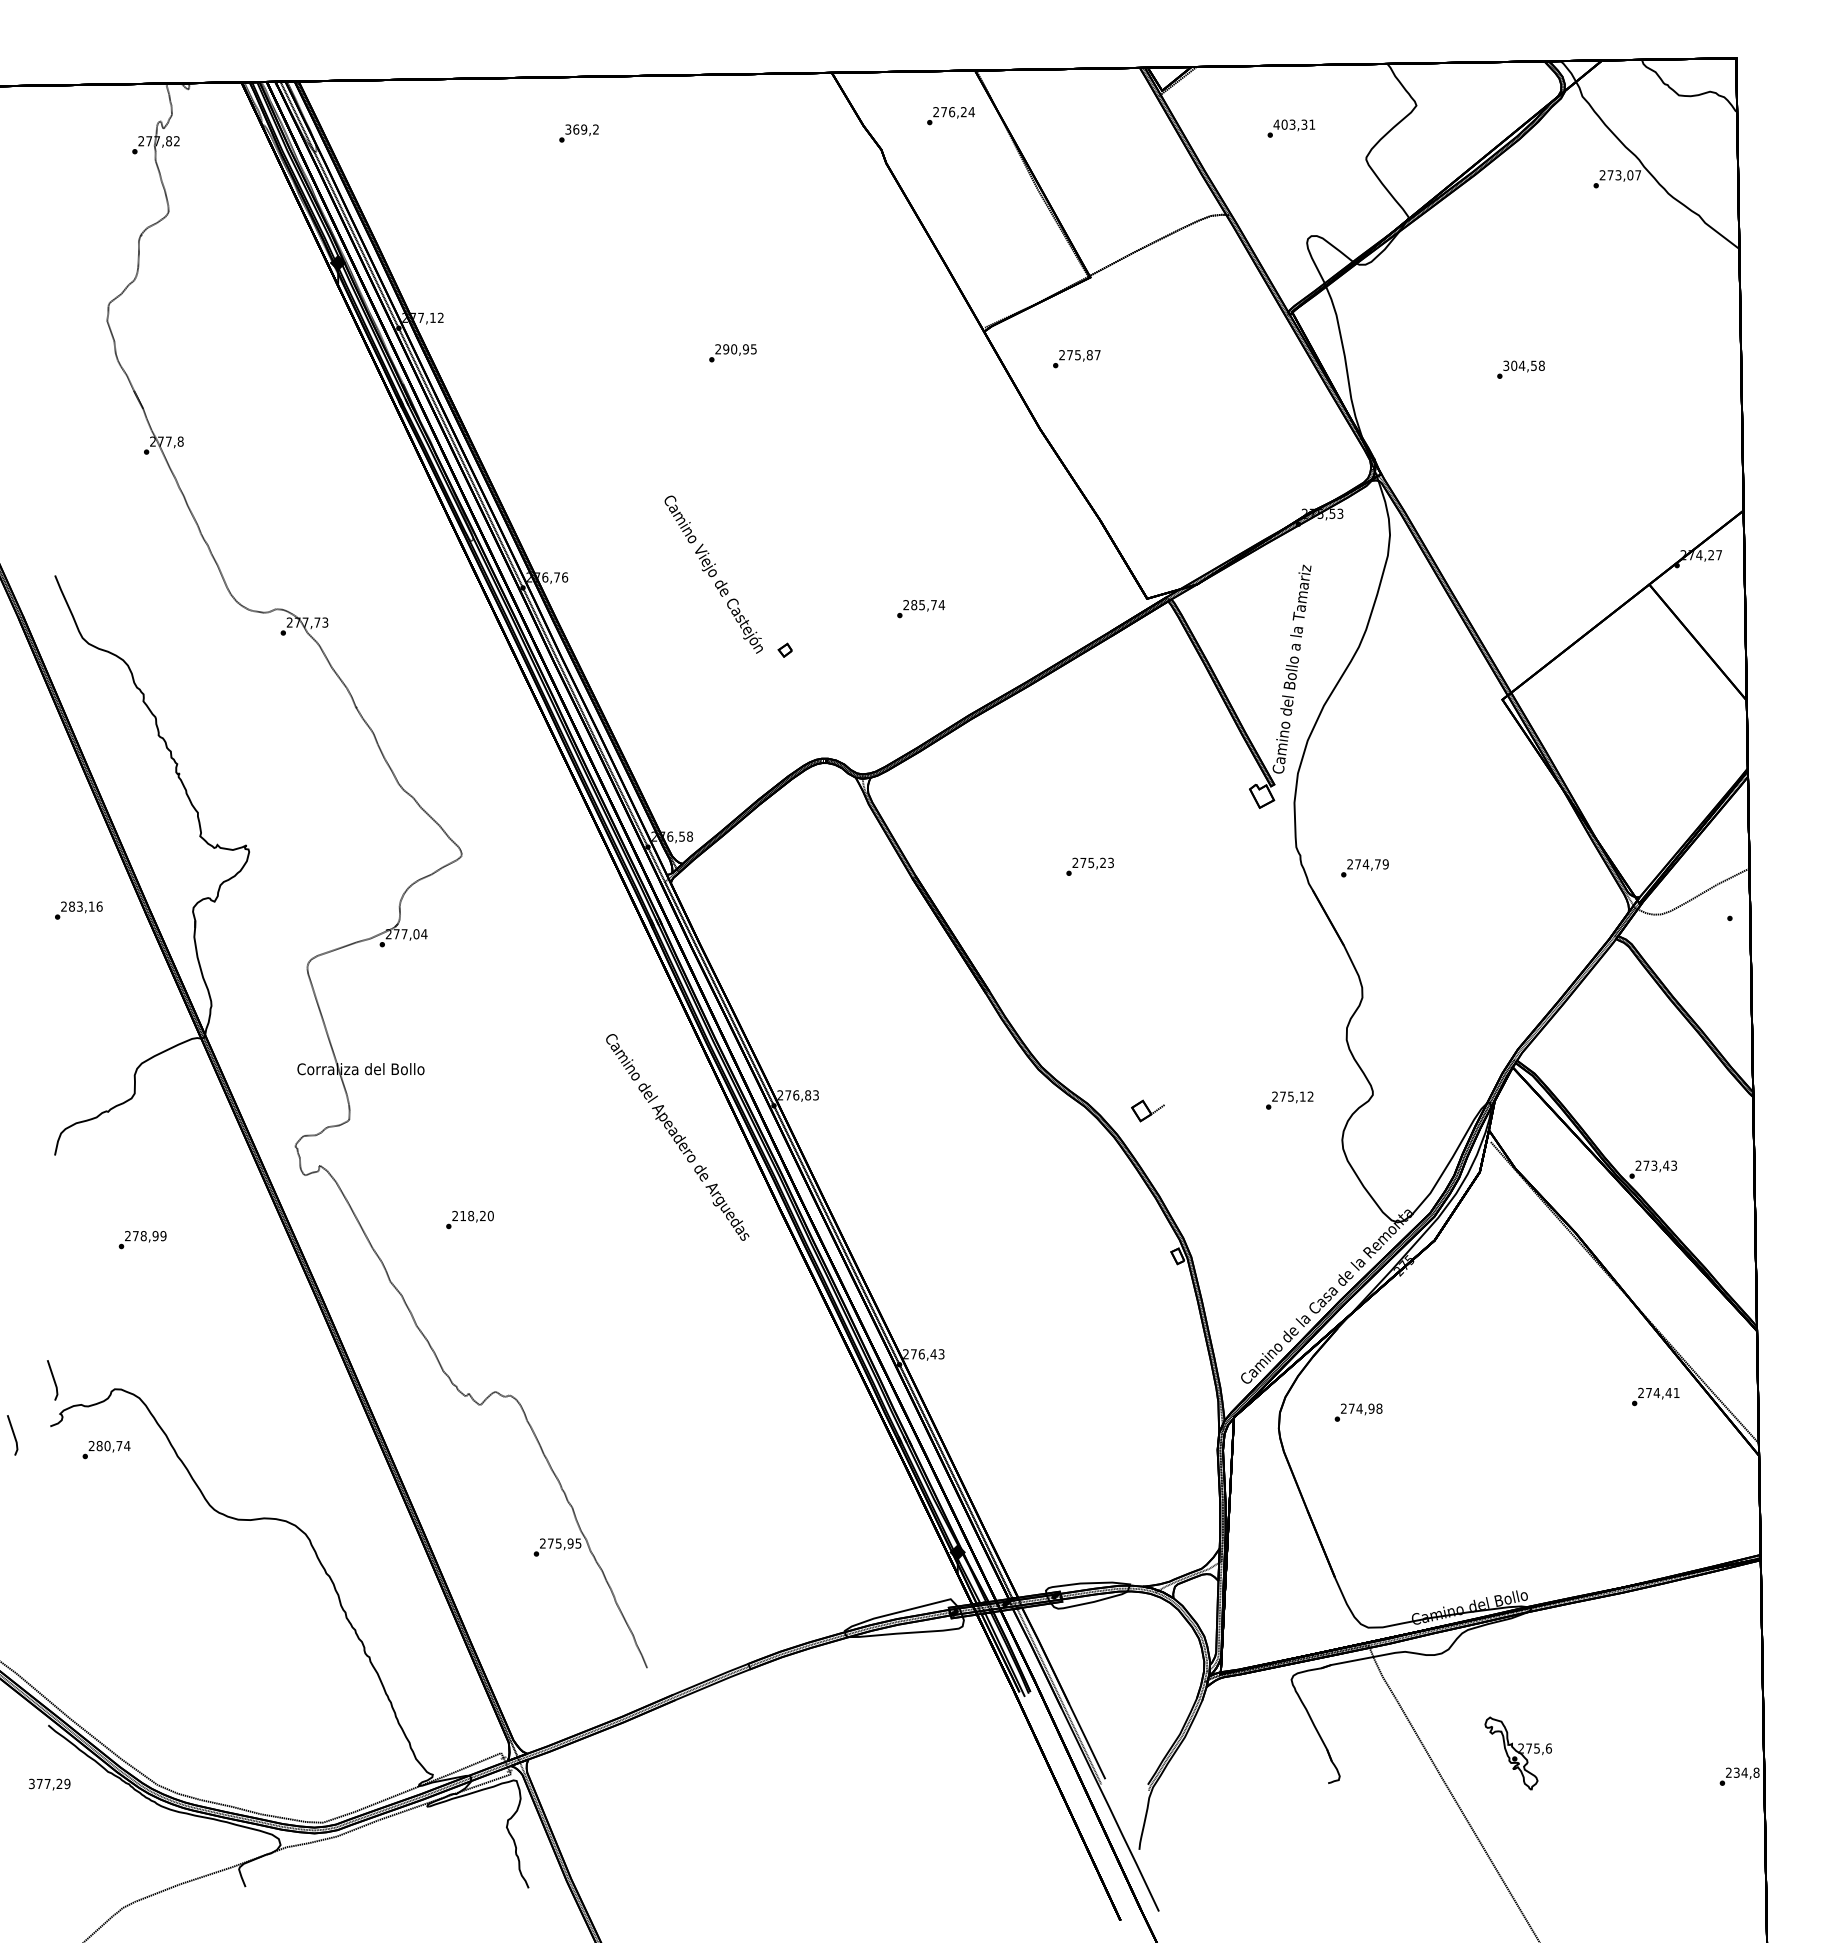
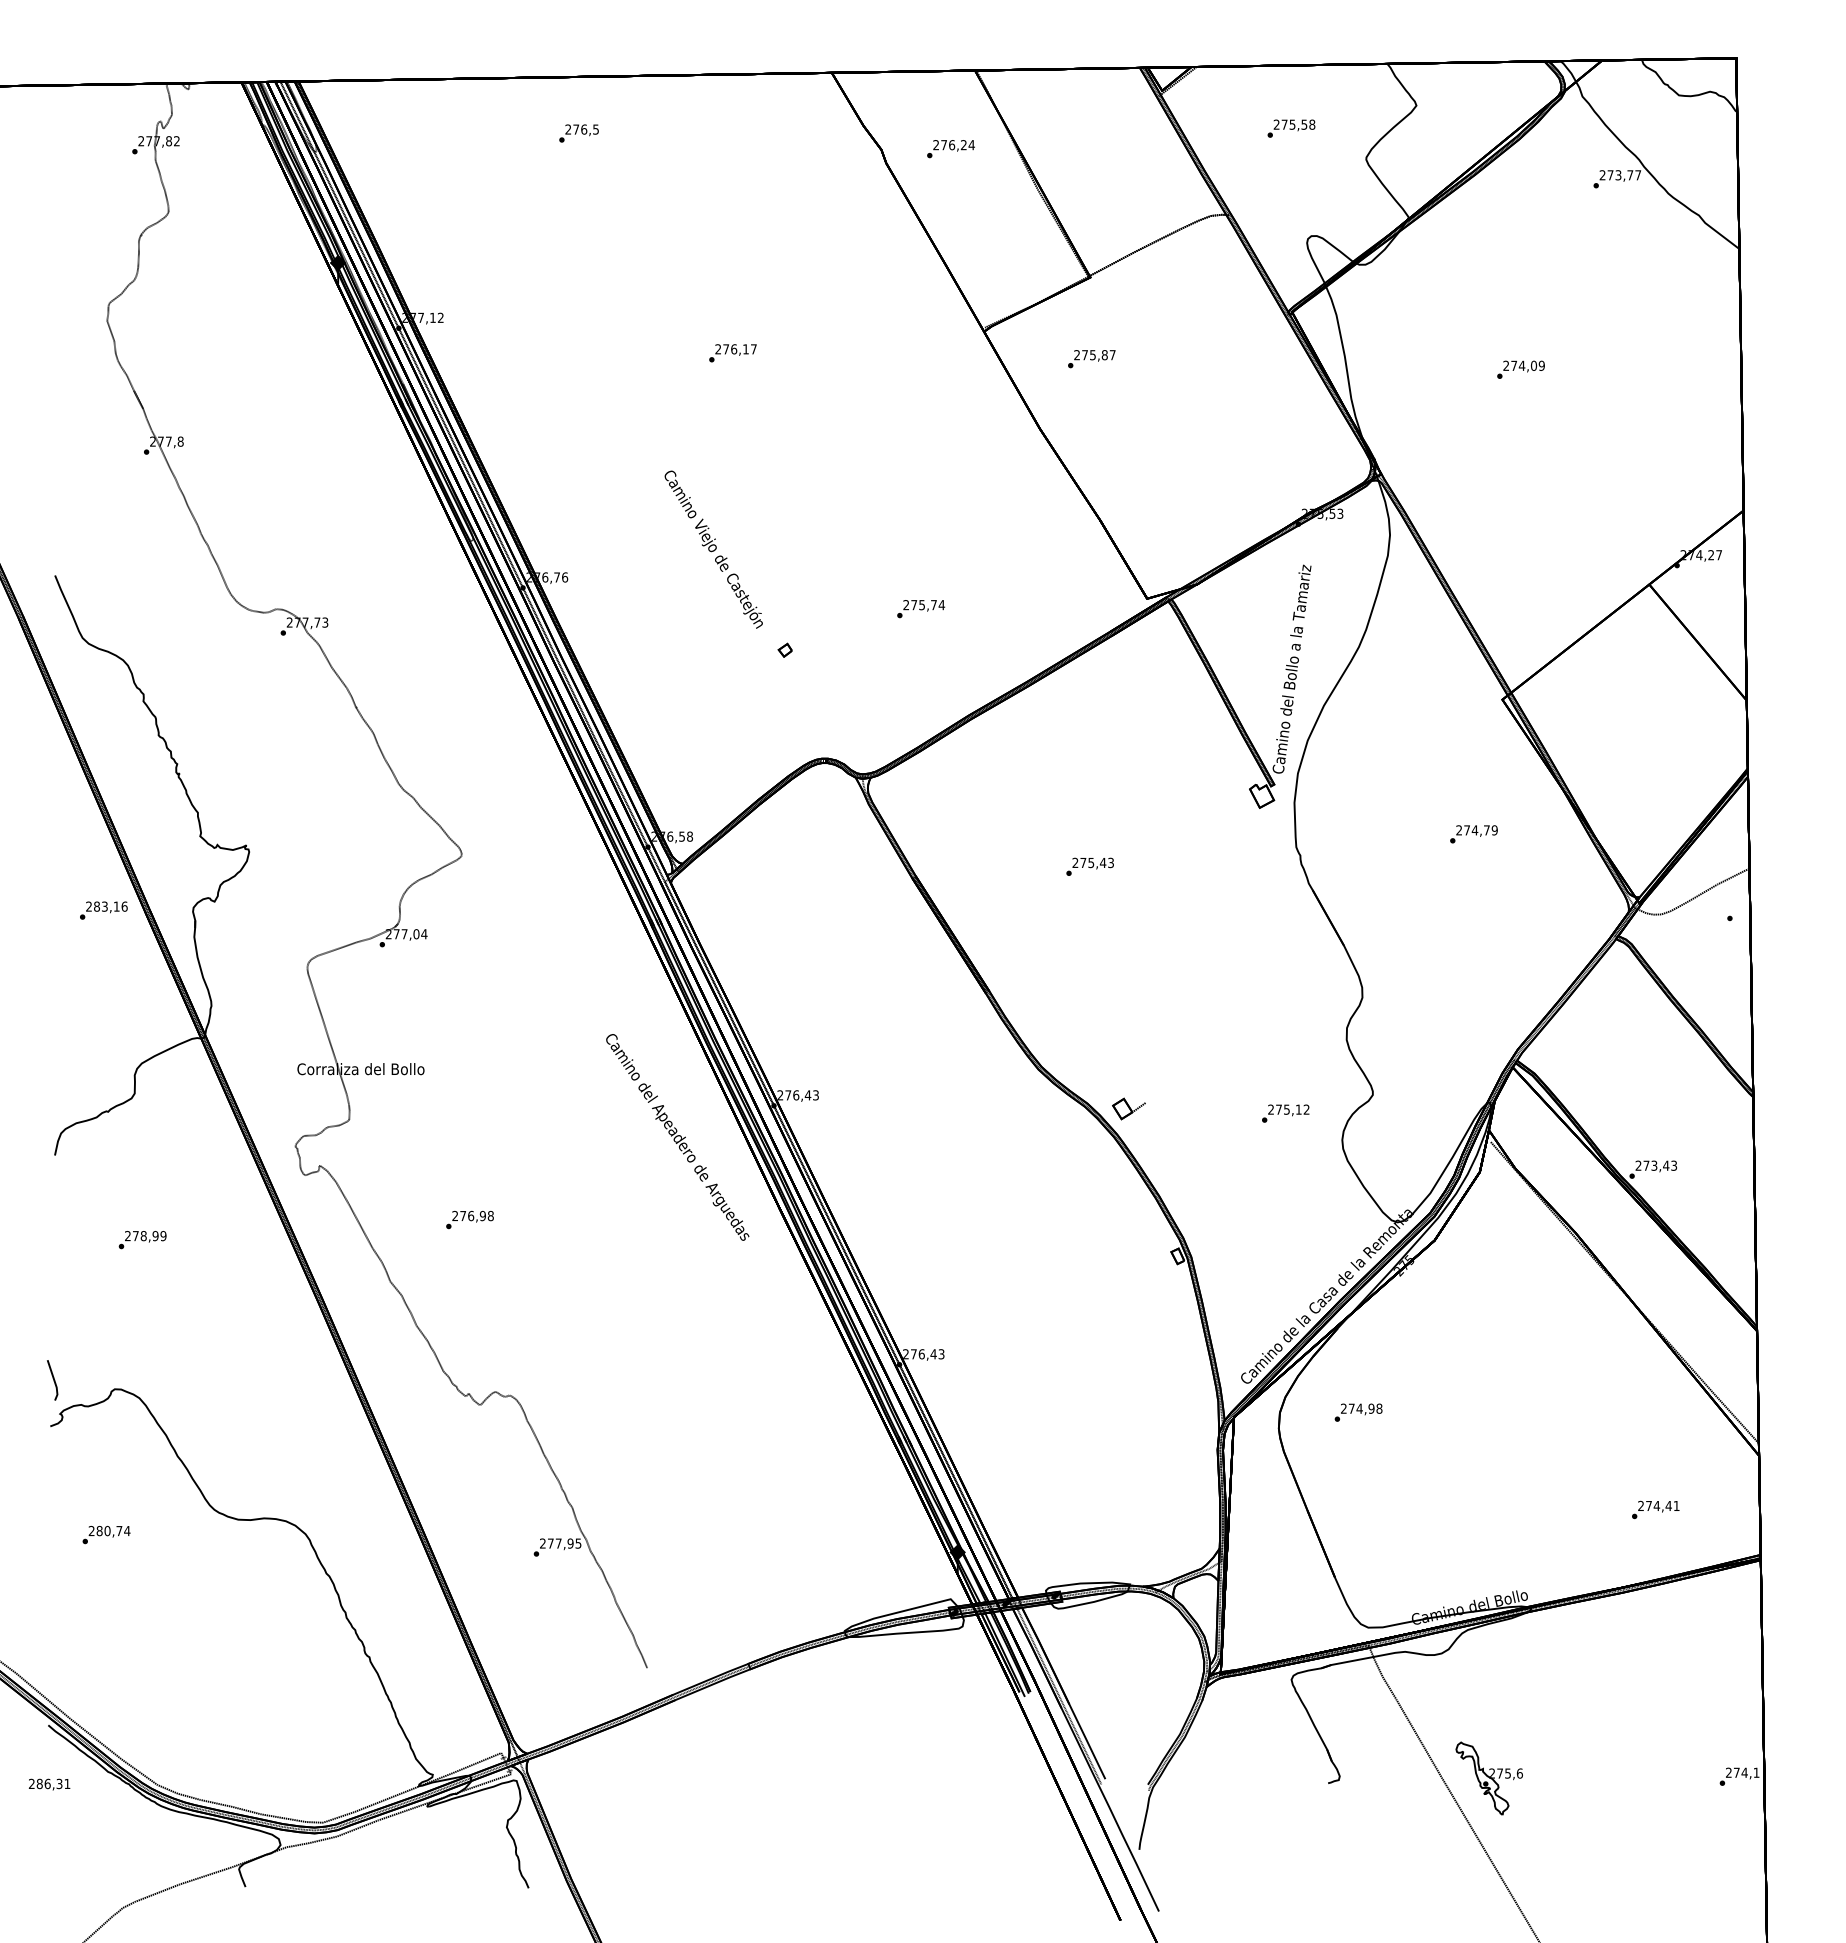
text at (950, 116) position: (950, 116) -> (950, 149)
text at (1294, 124): 403,31 -> 275,58
text at (581, 129): 369,2 -> 276,5
text at (1630, 175): 273,07 -> 273,77
text at (739, 349): 290,95 -> 276,17
text at (1076, 359) position: (1076, 359) -> (1091, 359)
text at (1523, 365): 304,58 -> 274,09
text at (713, 574) position: (713, 574) -> (713, 549)
text at (914, 605): 285,74 -> 275,74
text at (1102, 862): 275,23 -> 275,43
text at (1364, 868) position: (1364, 868) -> (1473, 834)
text at (78, 910) position: (78, 910) -> (103, 910)
text at (807, 1095): 276,83 -> 276,43
text at (1289, 1100) position: (1289, 1100) -> (1285, 1113)
part at (1147, 1110) position: (1147, 1110) -> (1128, 1108)
text at (476, 1216): 218,20 -> 276,98
text at (1655, 1396) position: (1655, 1396) -> (1655, 1509)
line at (13, 1435): present -> none
text at (106, 1450) position: (106, 1450) -> (106, 1535)
text at (558, 1543): 275,95 -> 277,95
part at (1517, 1753) position: (1517, 1753) -> (1488, 1778)
text at (1746, 1772): 234,8 -> 274,1
text at (49, 1783): 377,29 -> 286,31
